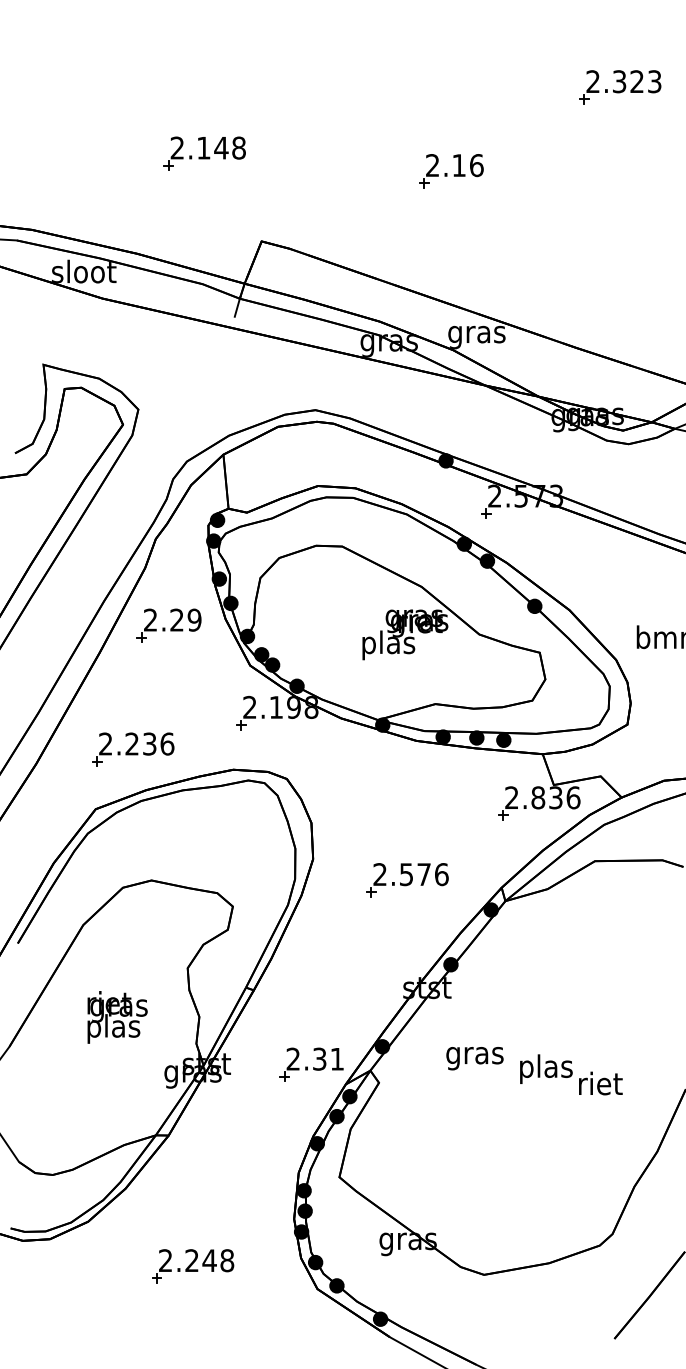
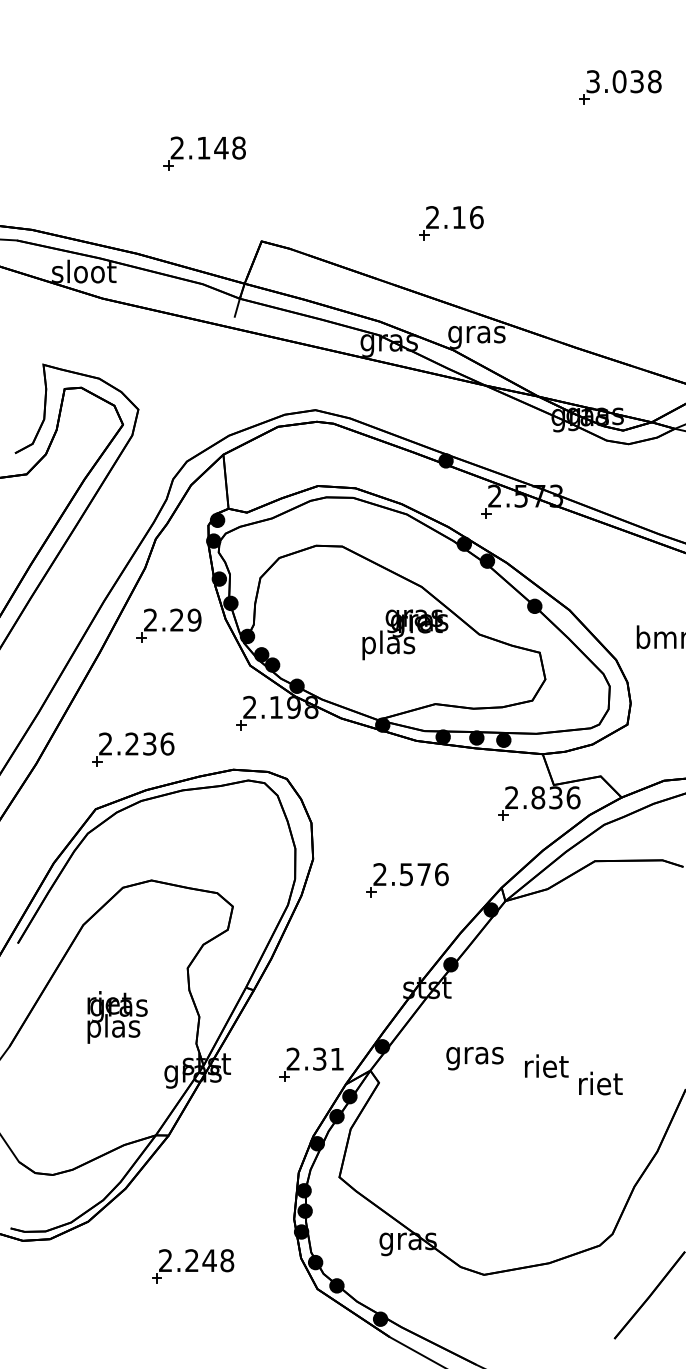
text at (623, 81): 2.323 -> 3.038
part at (451, 171) position: (451, 171) -> (451, 223)
text at (546, 1068): plas -> riet
